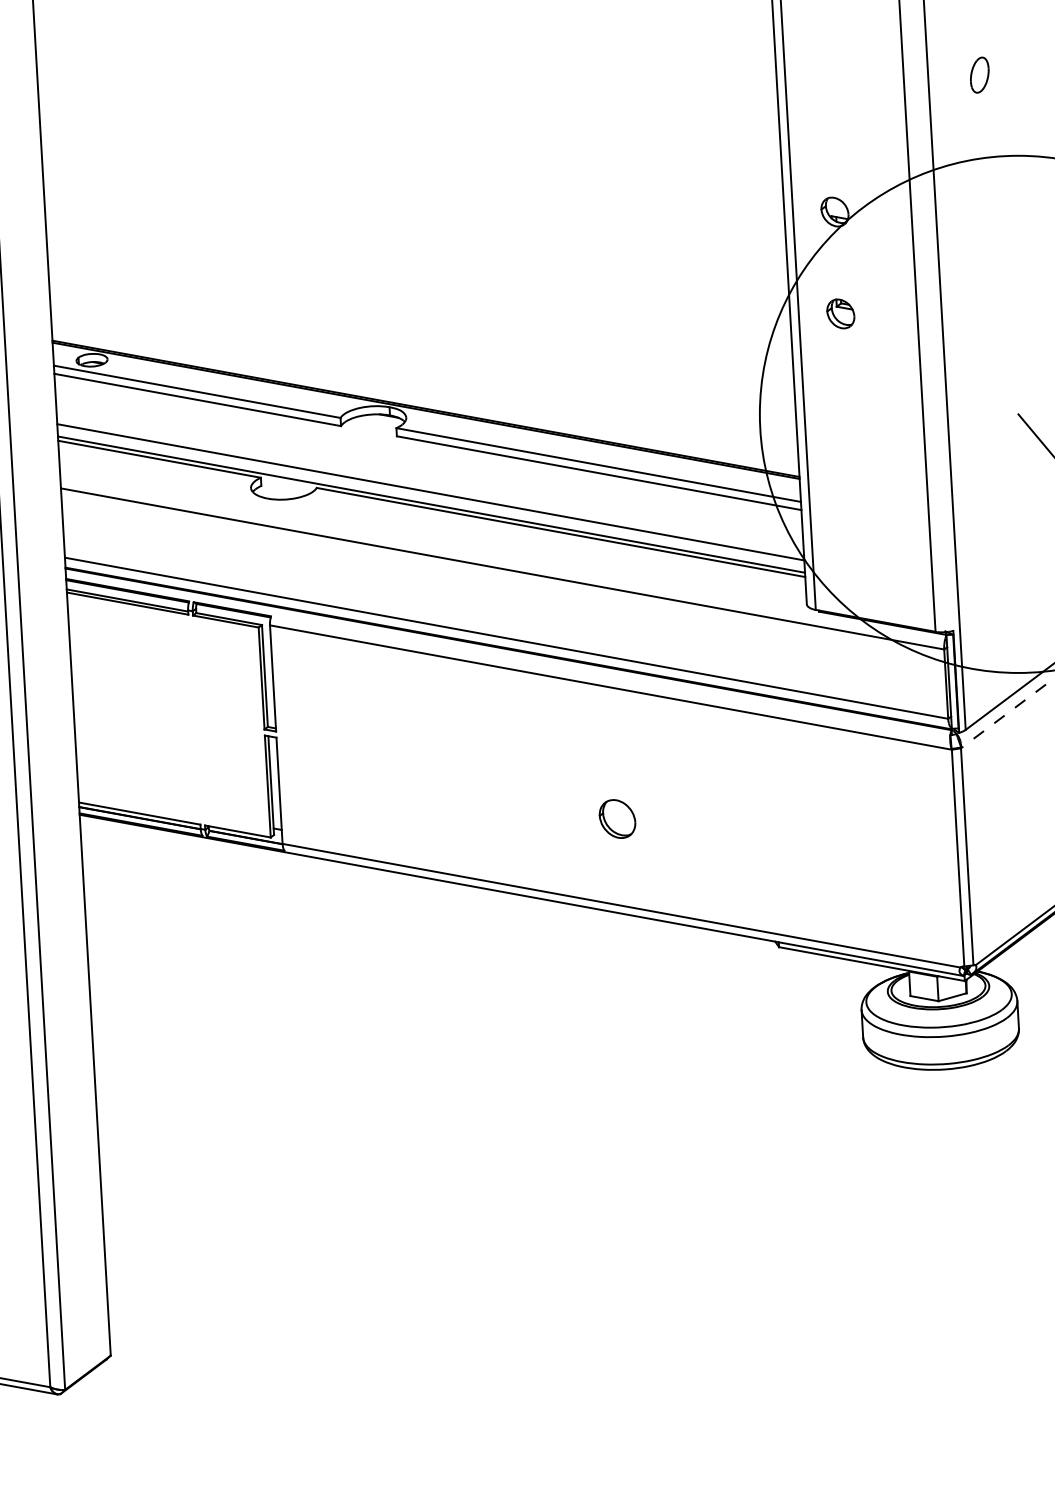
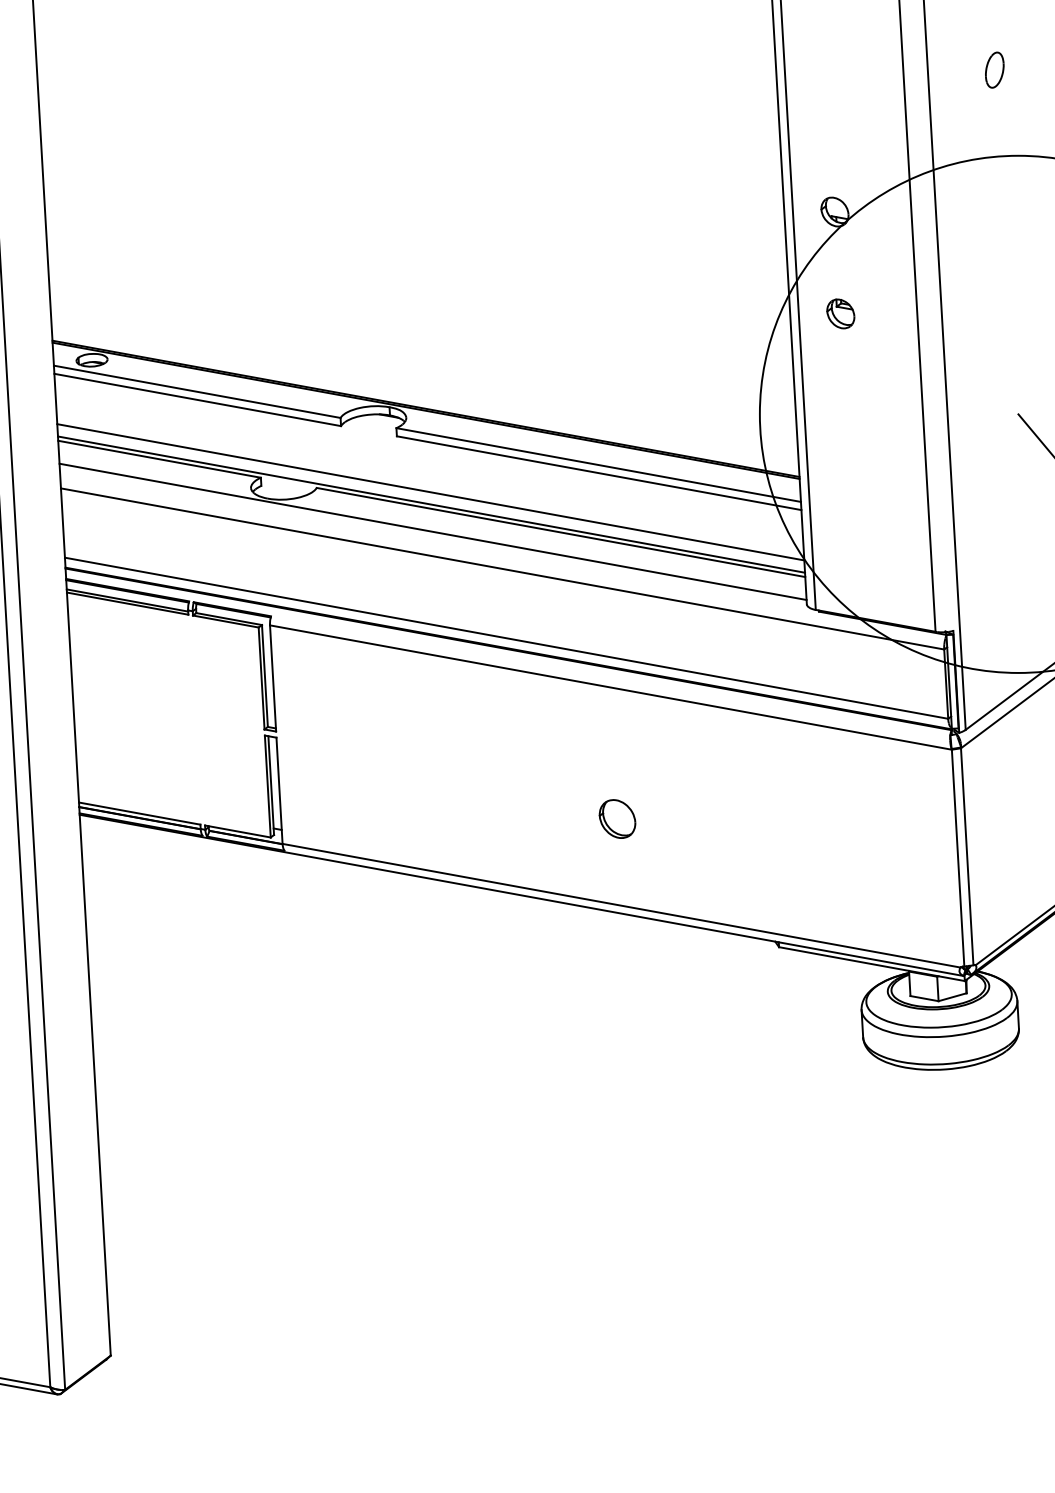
part at (979, 74) position: (979, 74) -> (994, 69)
line at (432, 531): none -> present
line at (1007, 713): dashed -> solid
